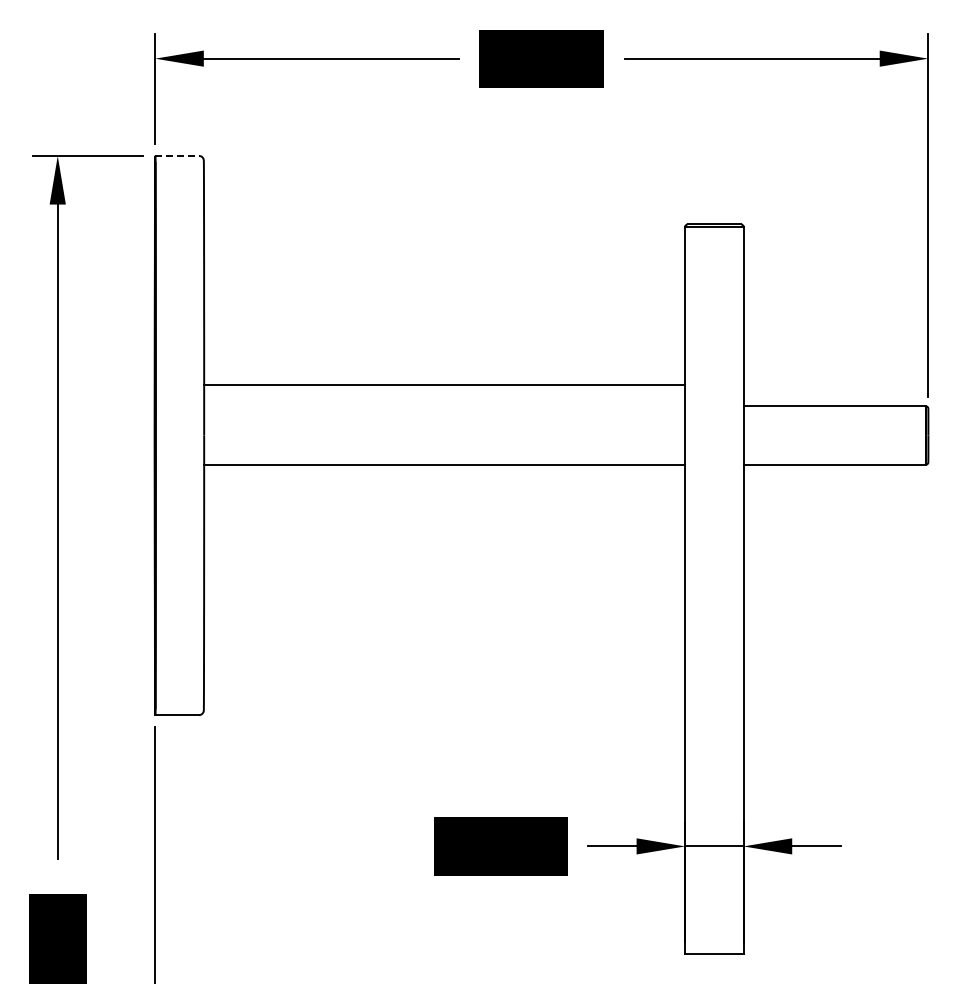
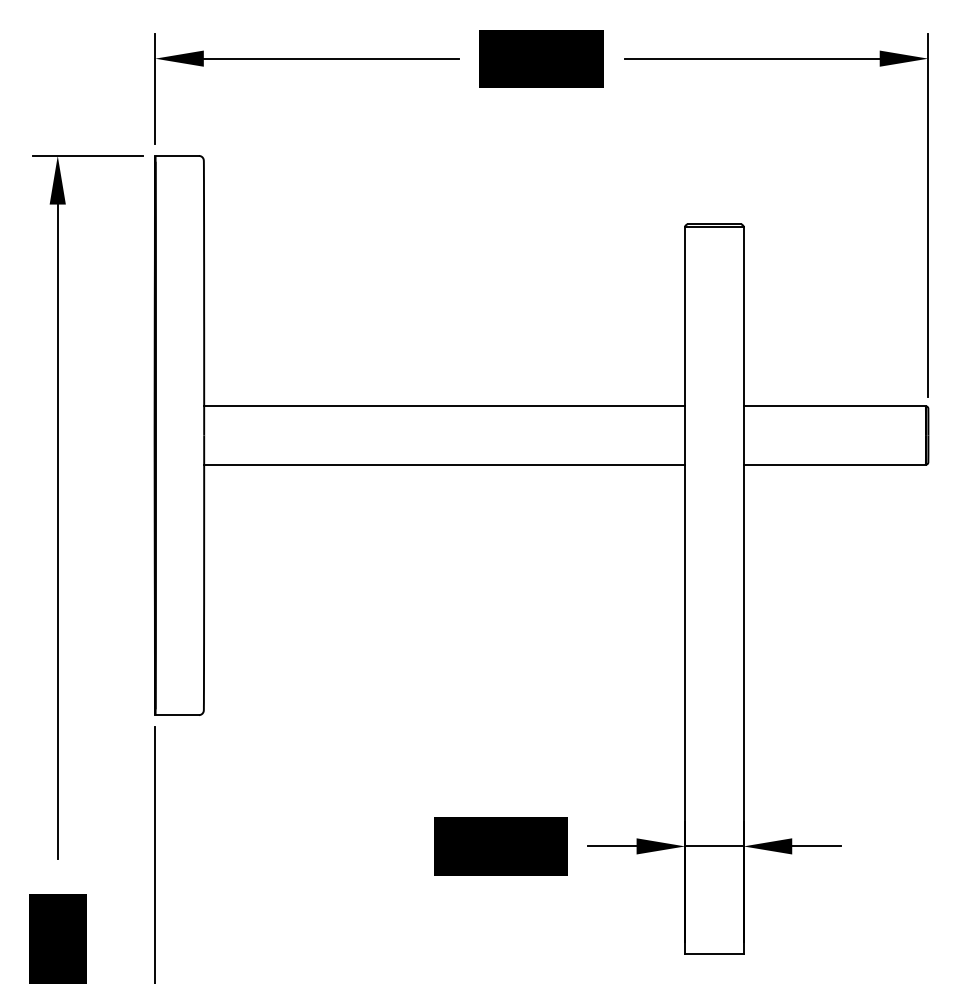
line at (177, 155): dashed -> solid
line at (444, 385) position: (444, 385) -> (444, 406)
